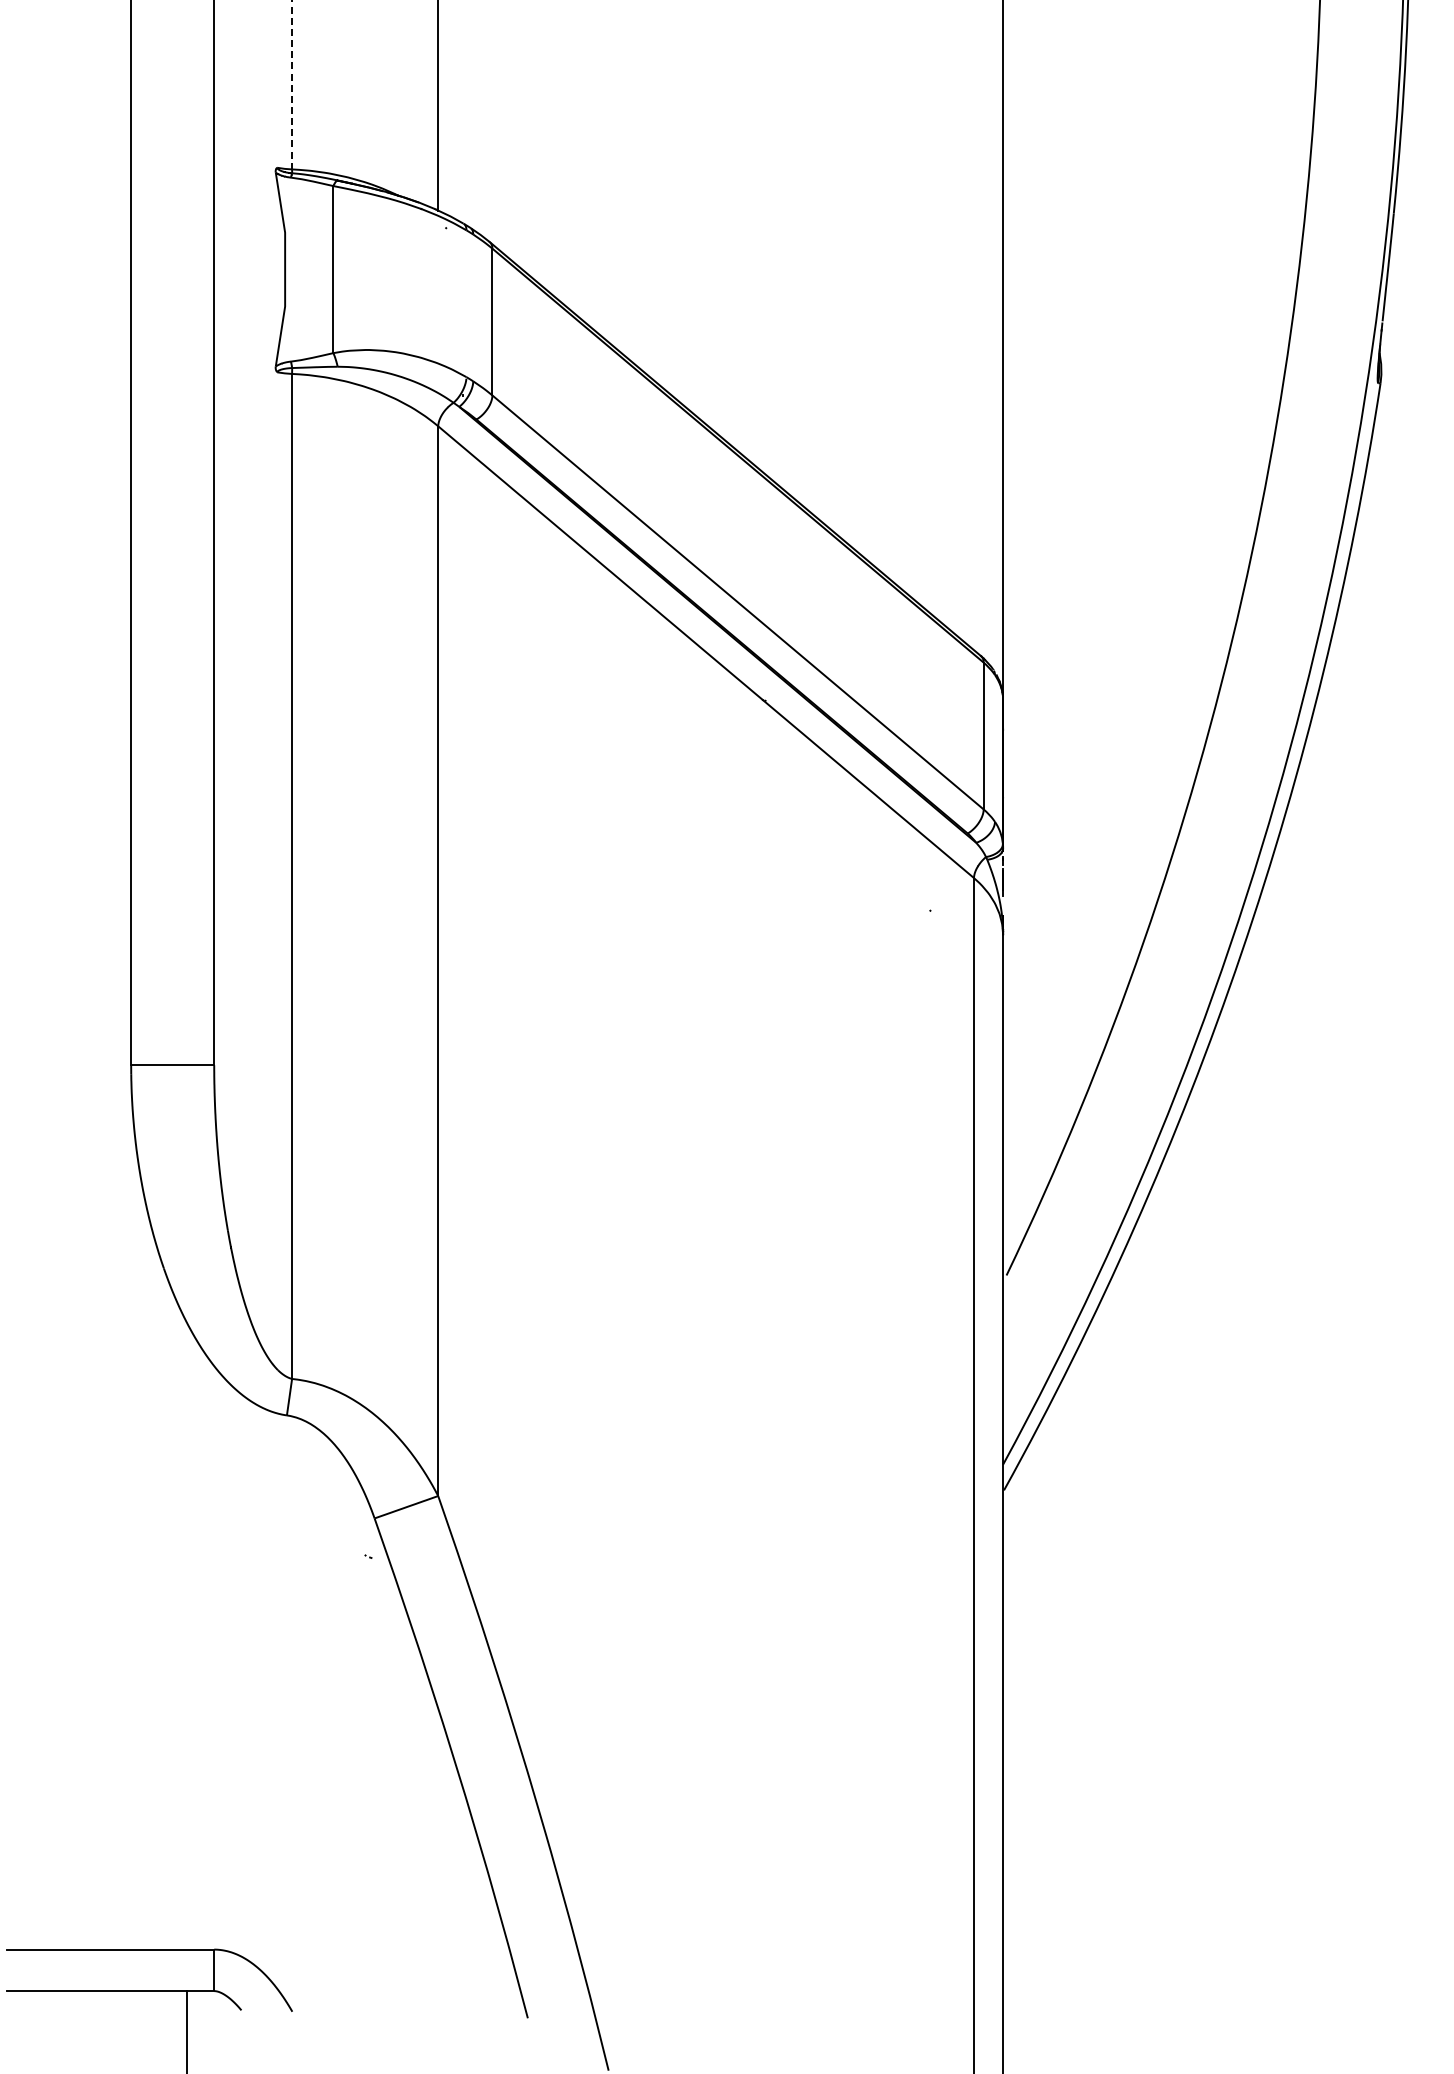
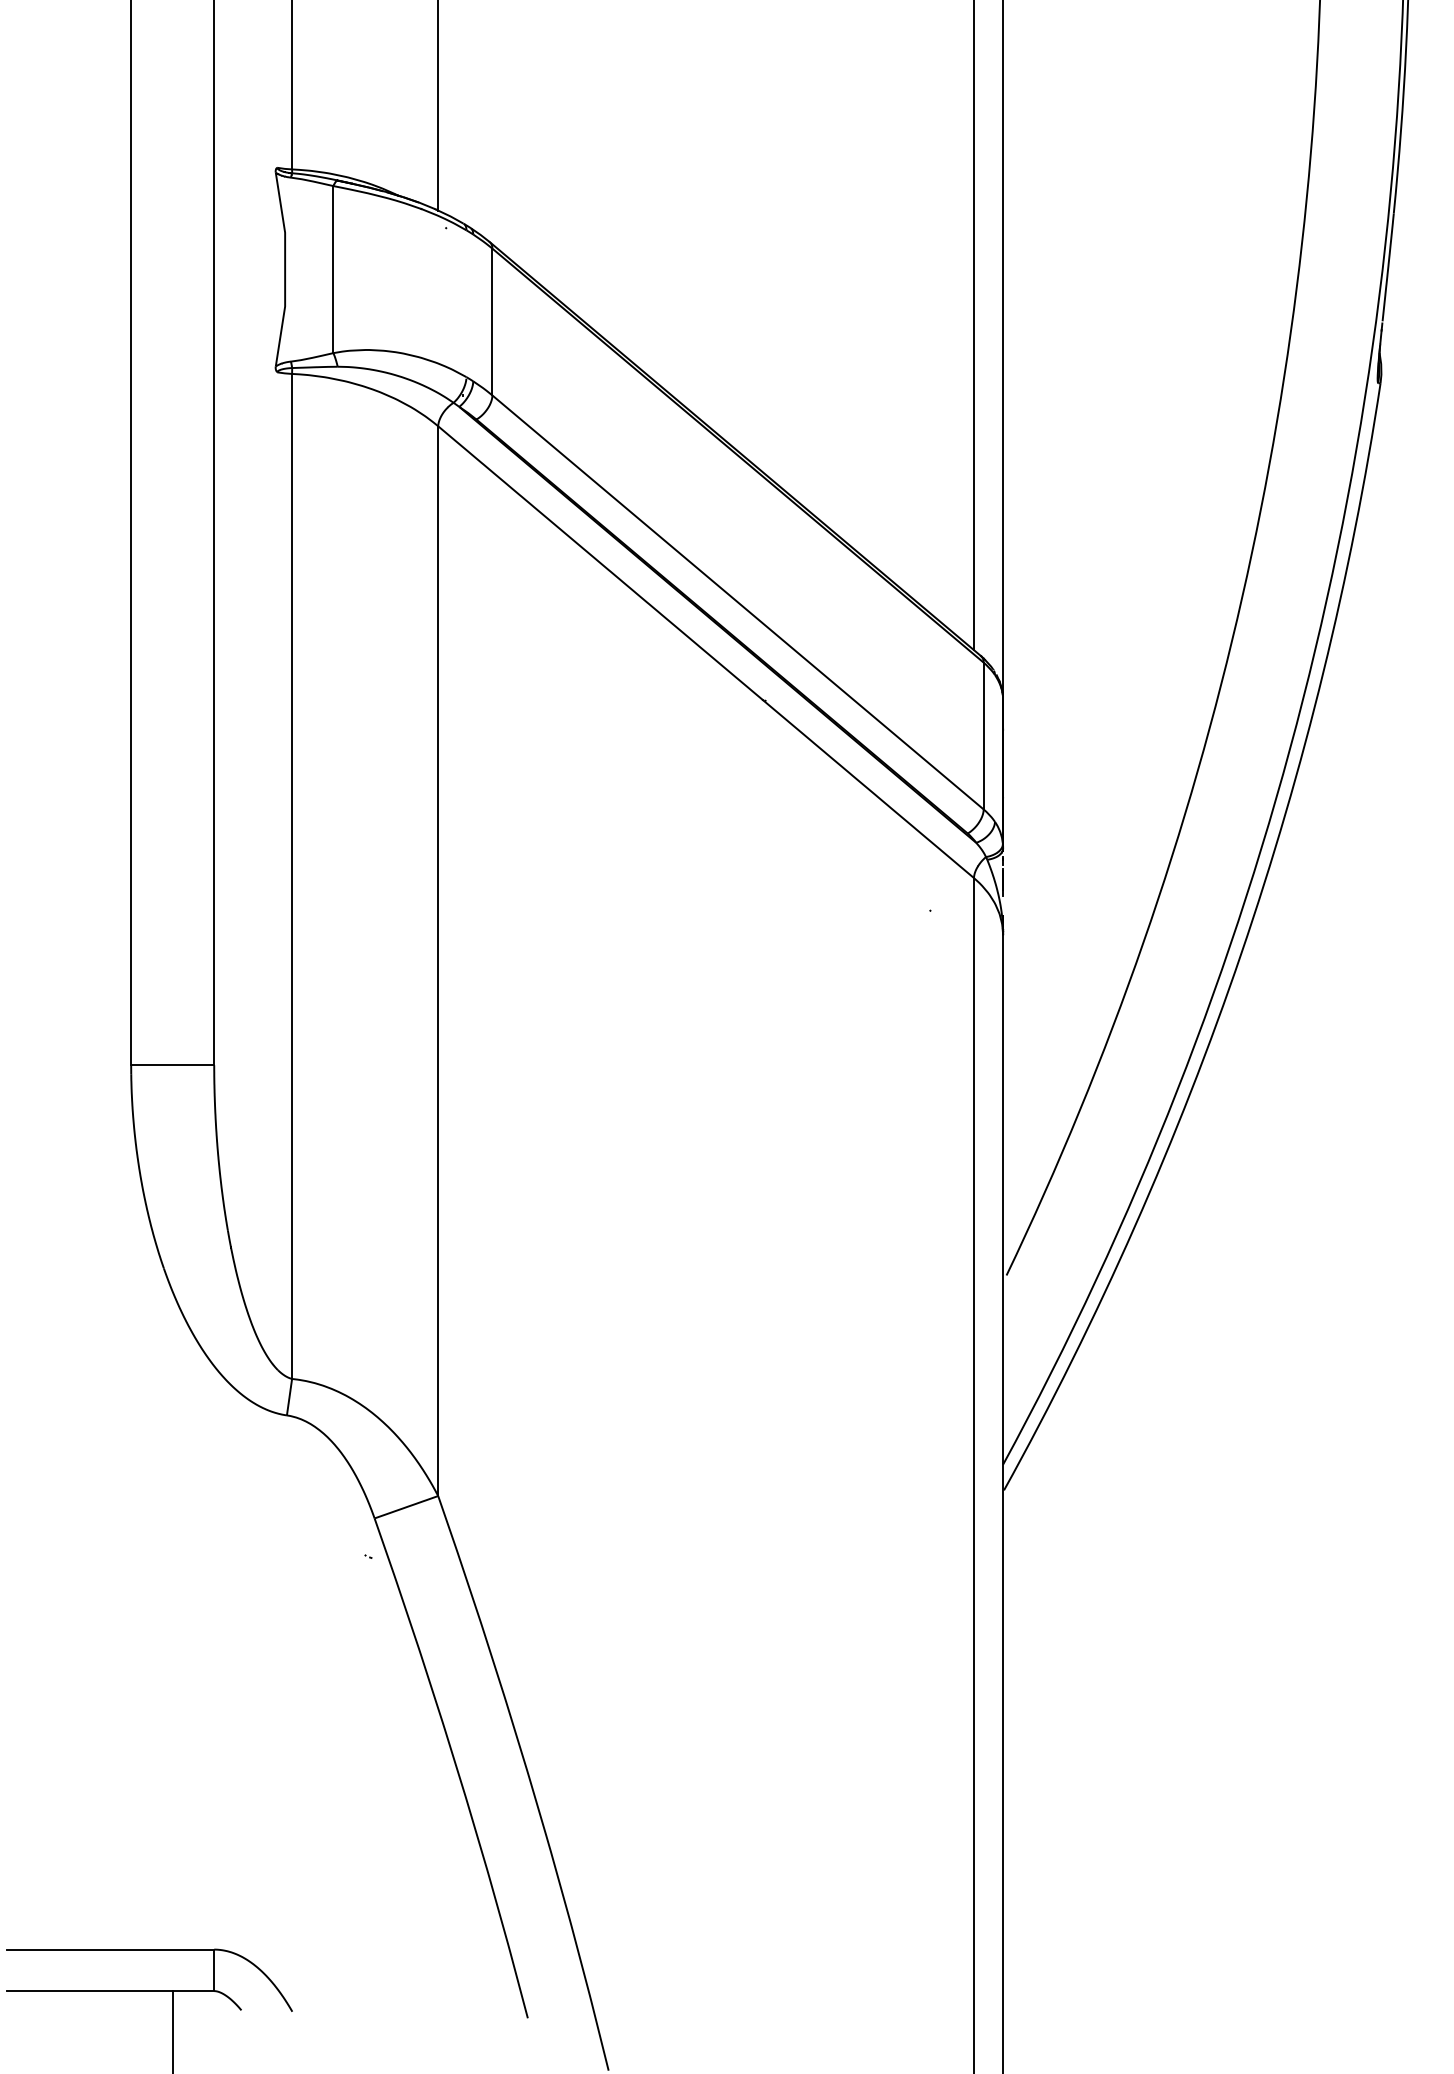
line at (292, 85): dashed -> solid
line at (973, 326): none -> present
line at (186, 2030) position: (186, 2030) -> (172, 2030)
